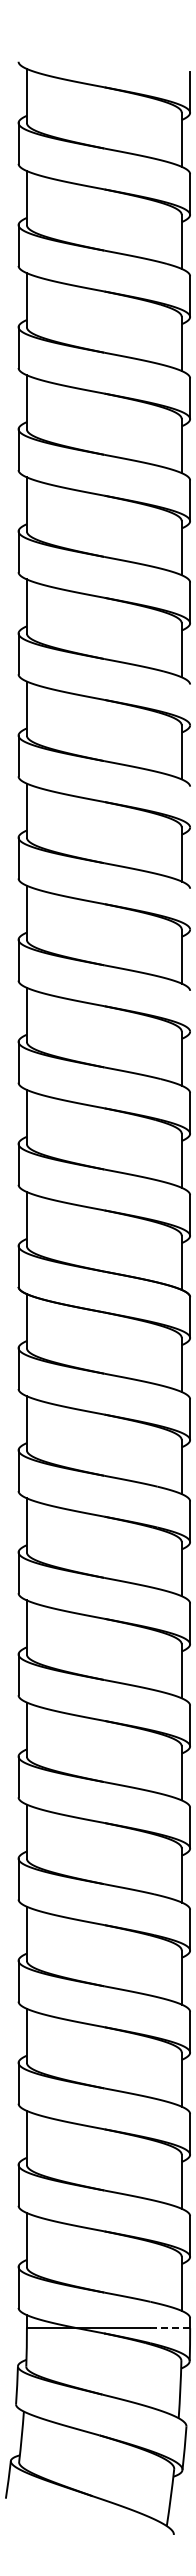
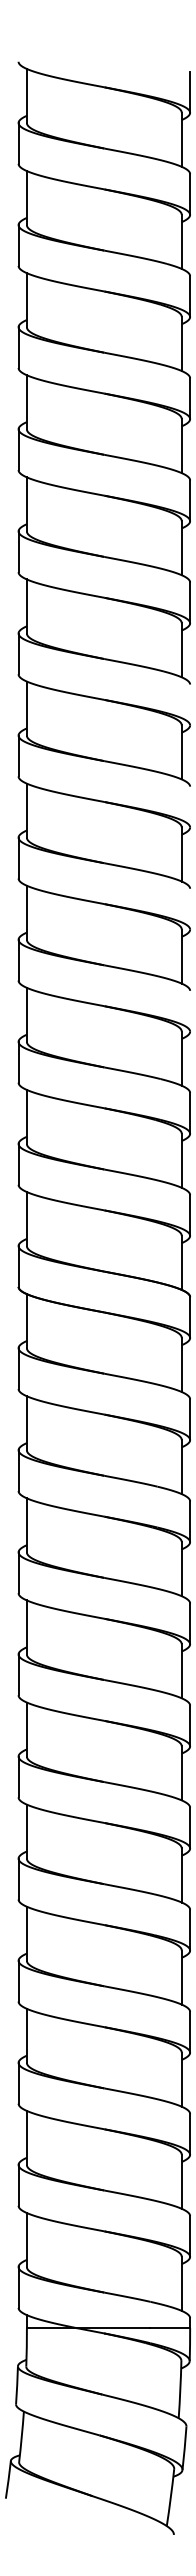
line at (170, 2328): dashed -> solid
